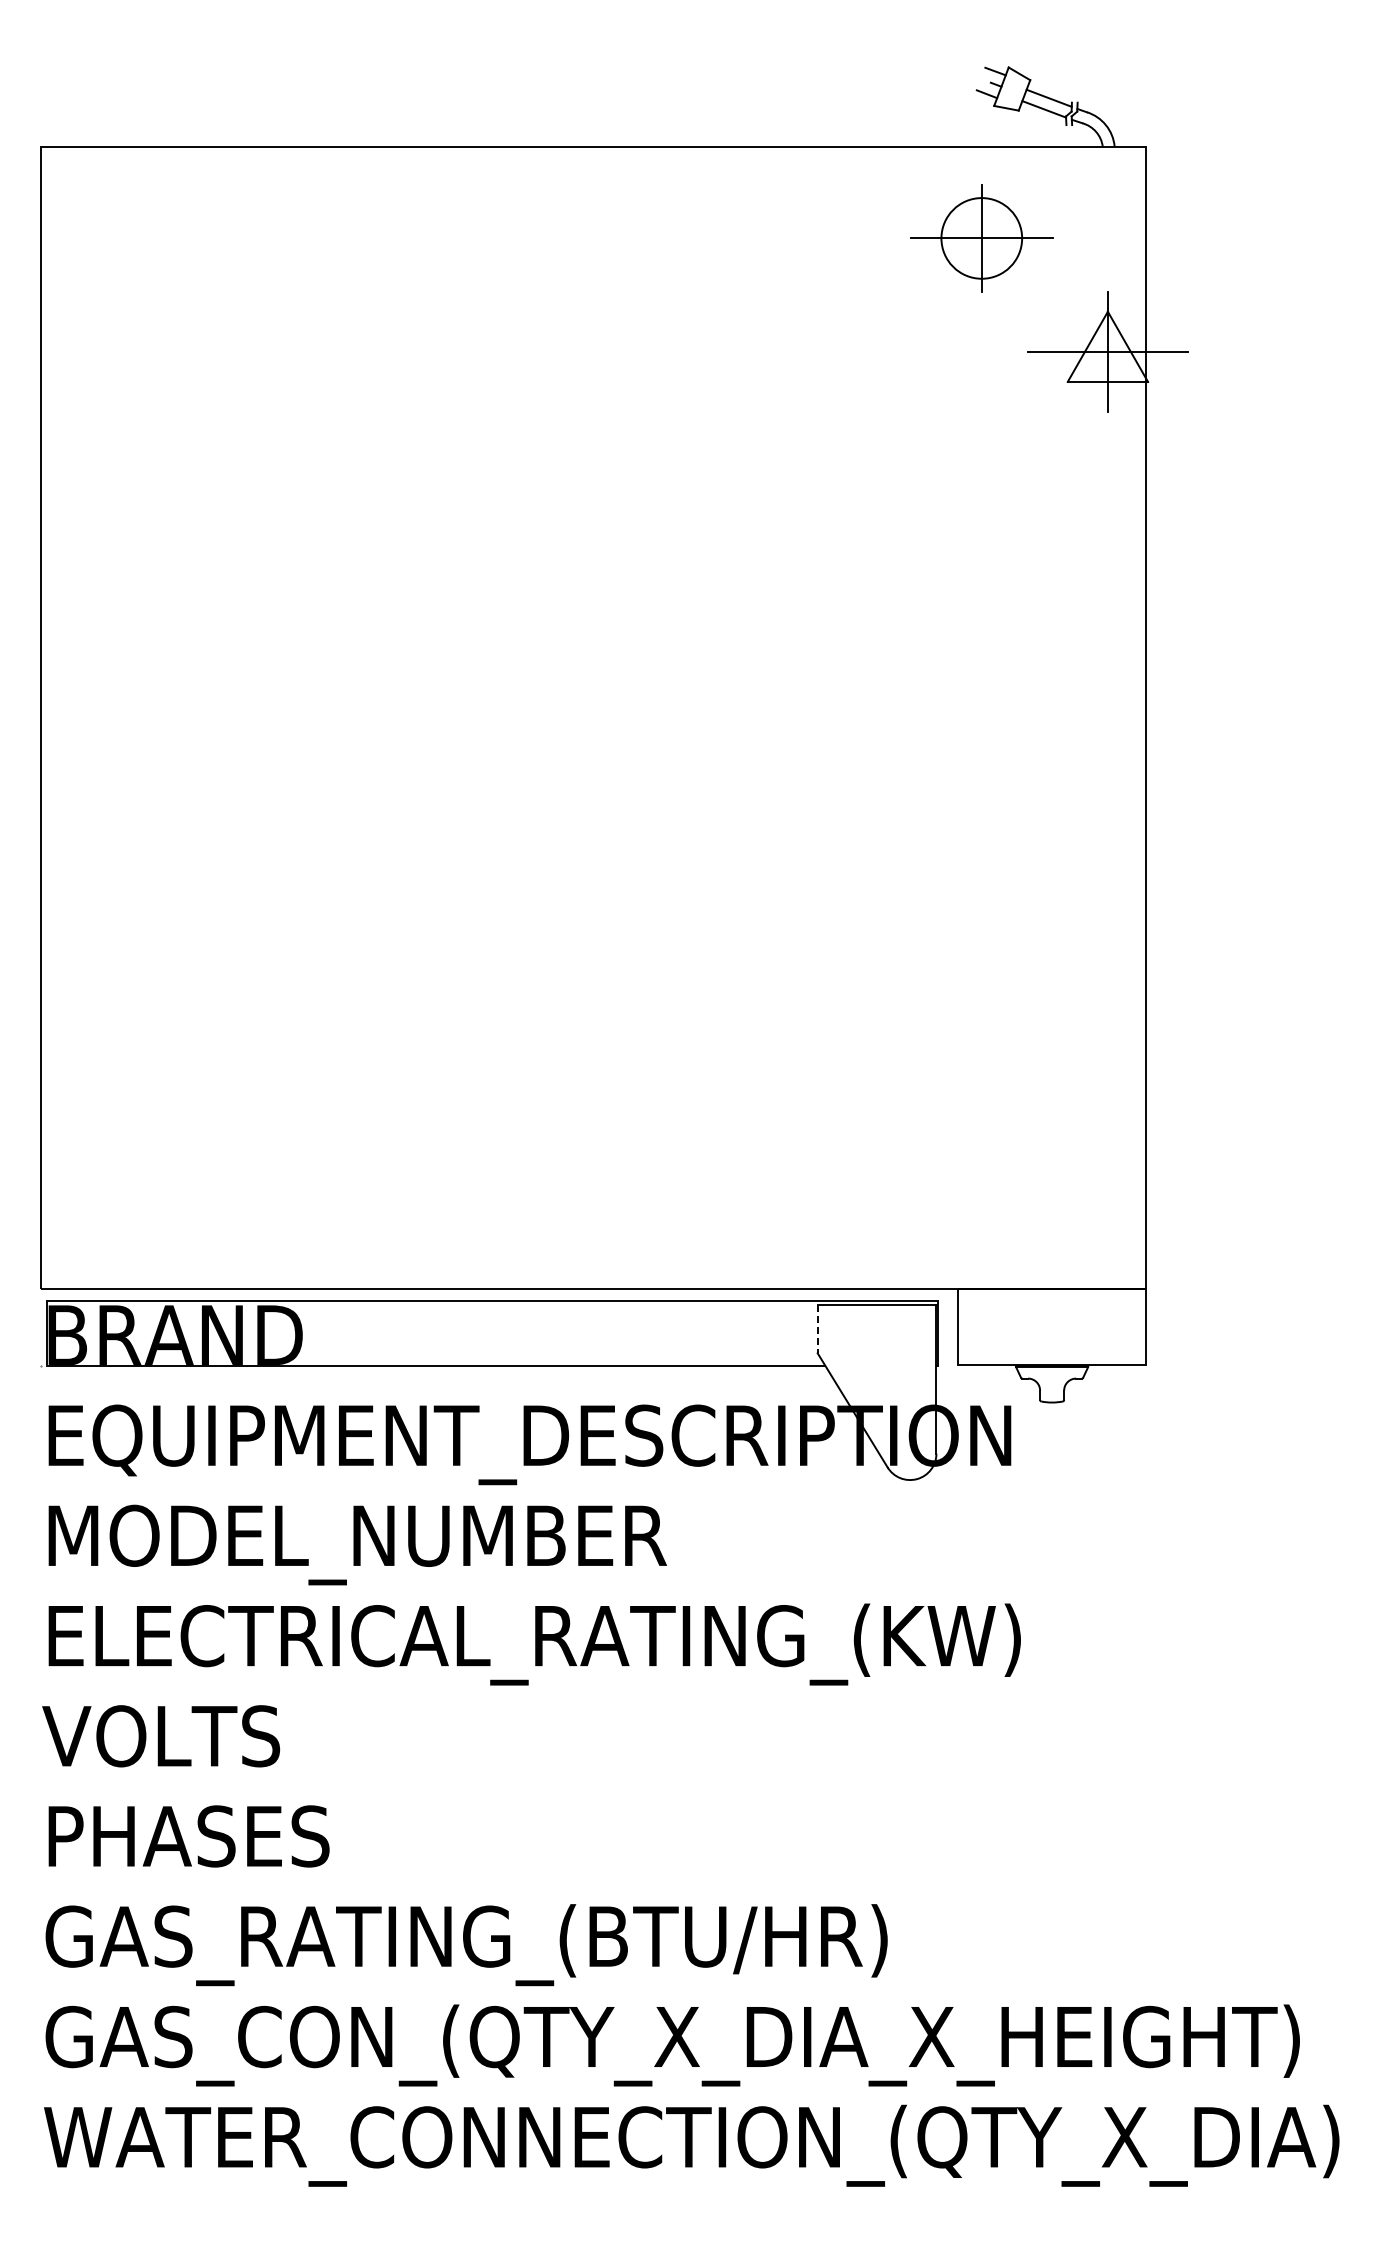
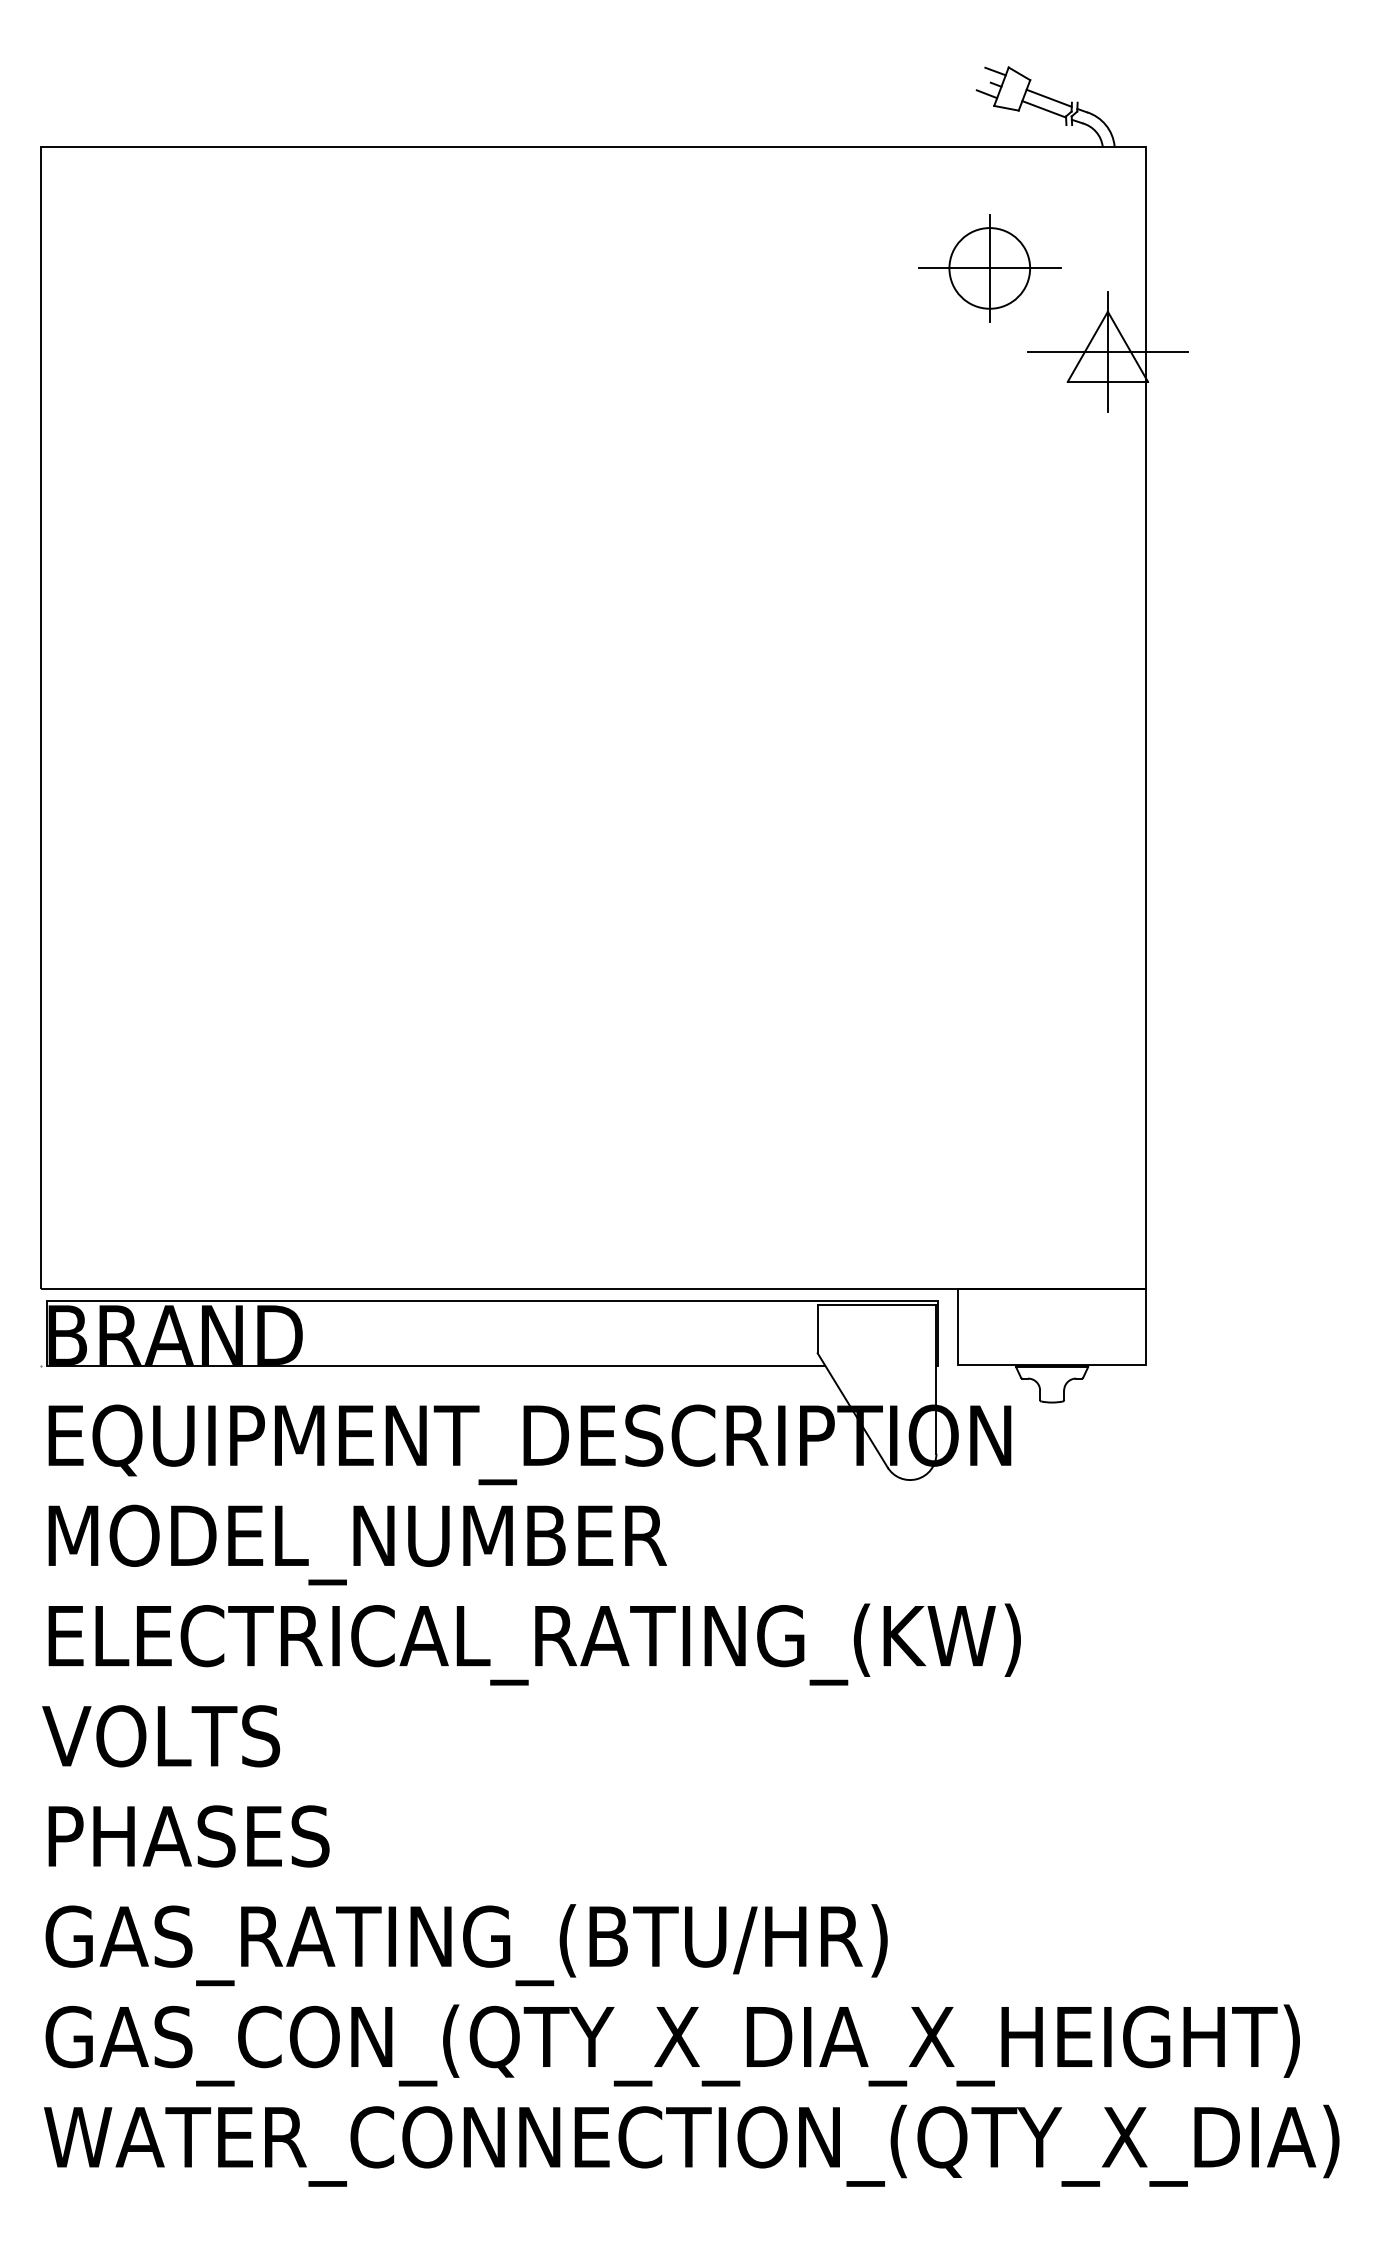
part at (981, 238) position: (981, 238) -> (989, 268)
line at (817, 1329): dashed -> solid
